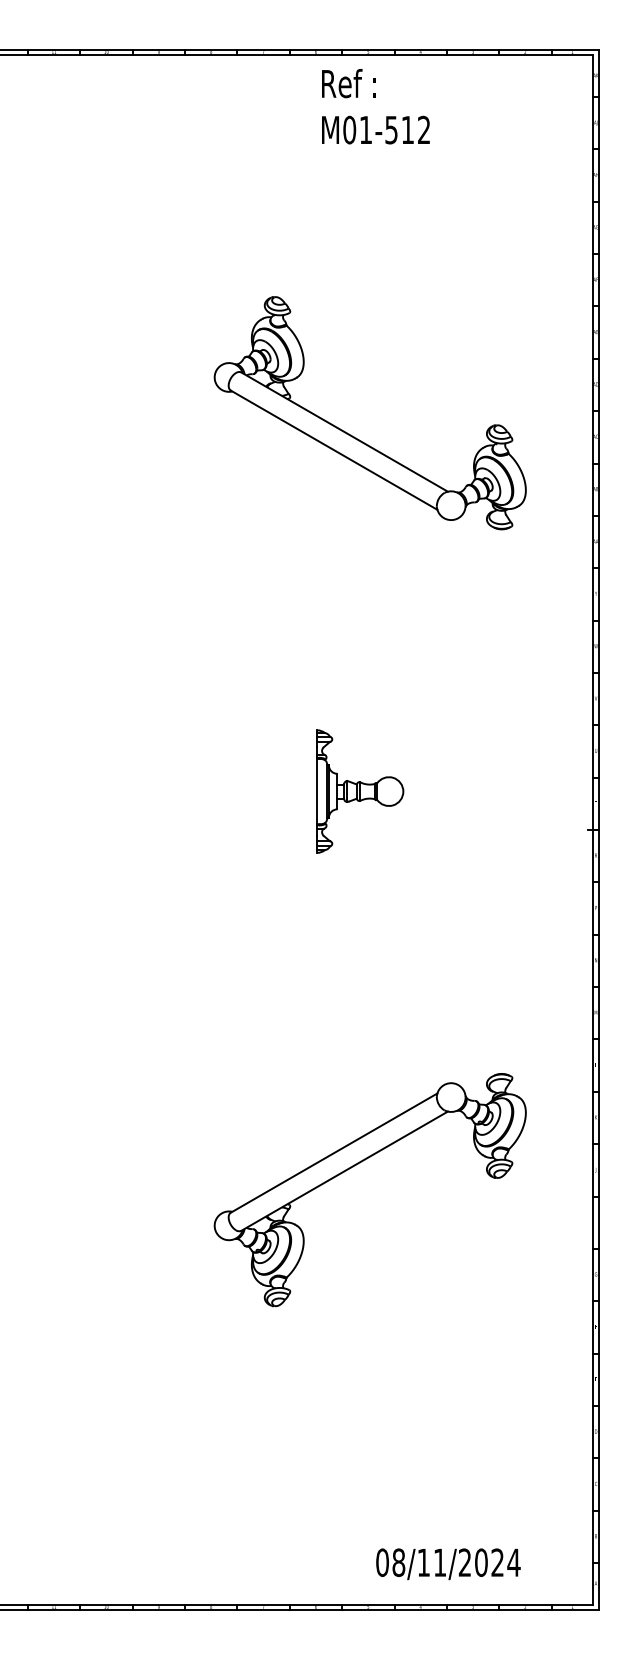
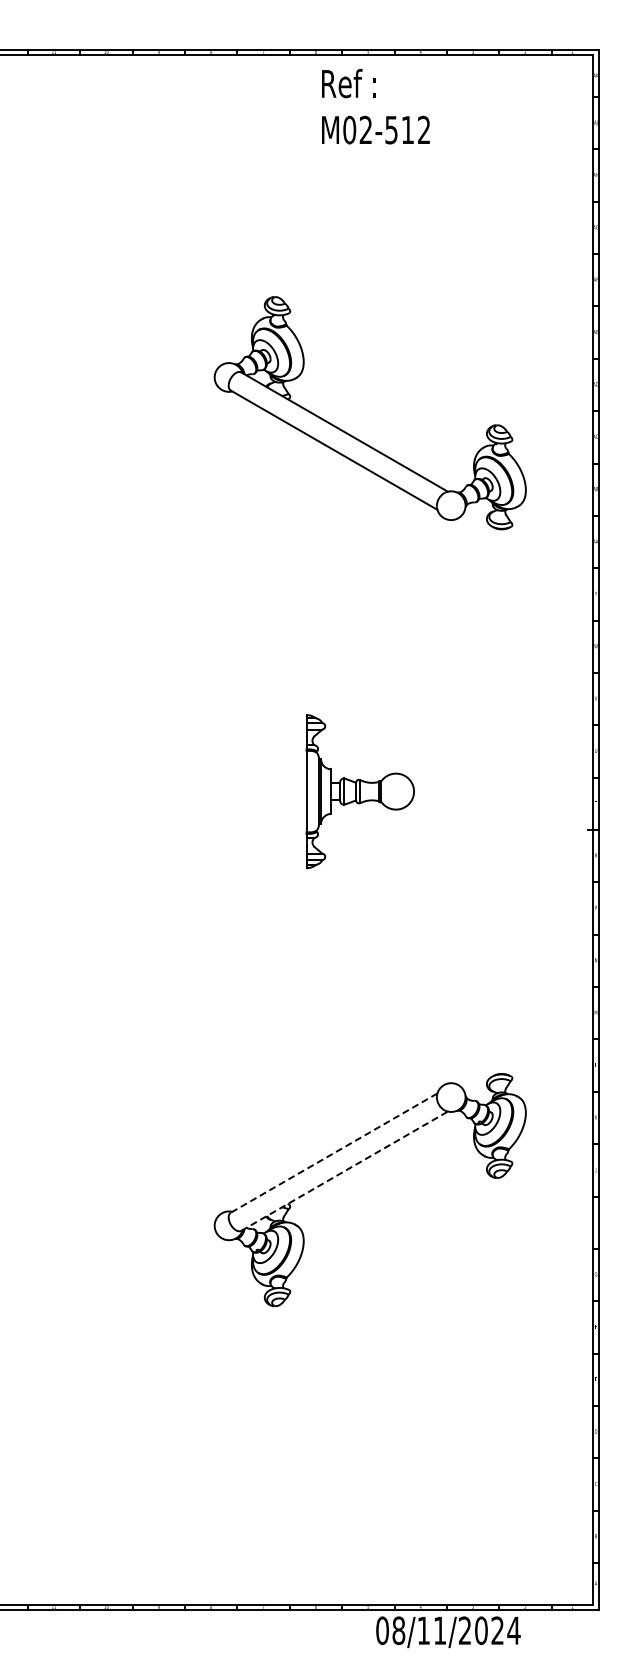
text at (365, 129): ^JM01-512 -> ^JM02-512
part at (360, 791) size: 89x125 px -> 110x156 px
line at (333, 1153): solid -> dashed
line at (345, 1170): solid -> dashed
text at (448, 1564) position: (448, 1564) -> (448, 1632)
